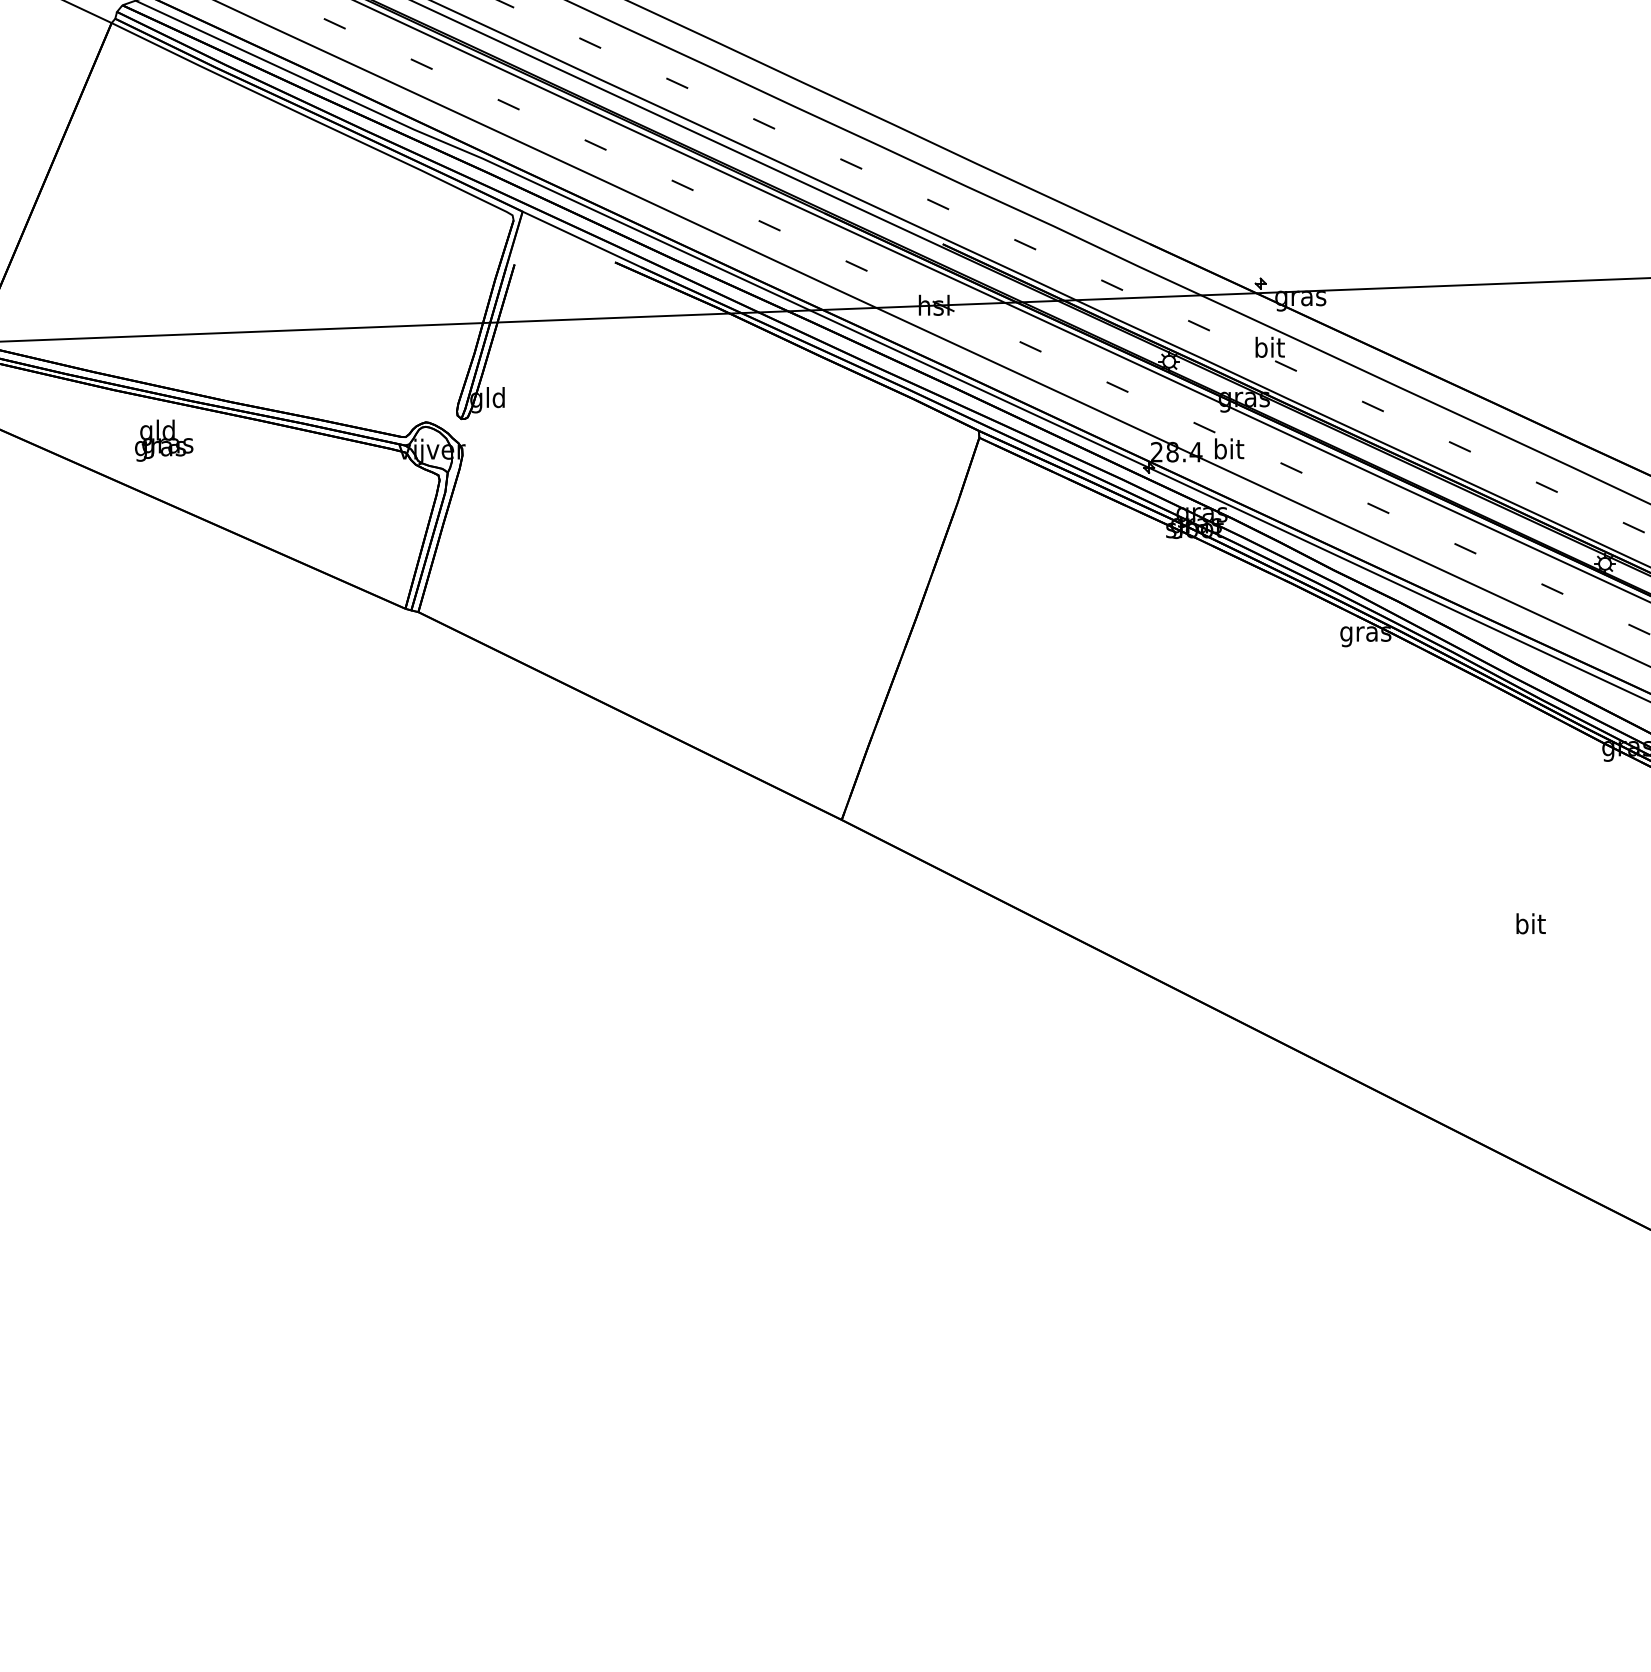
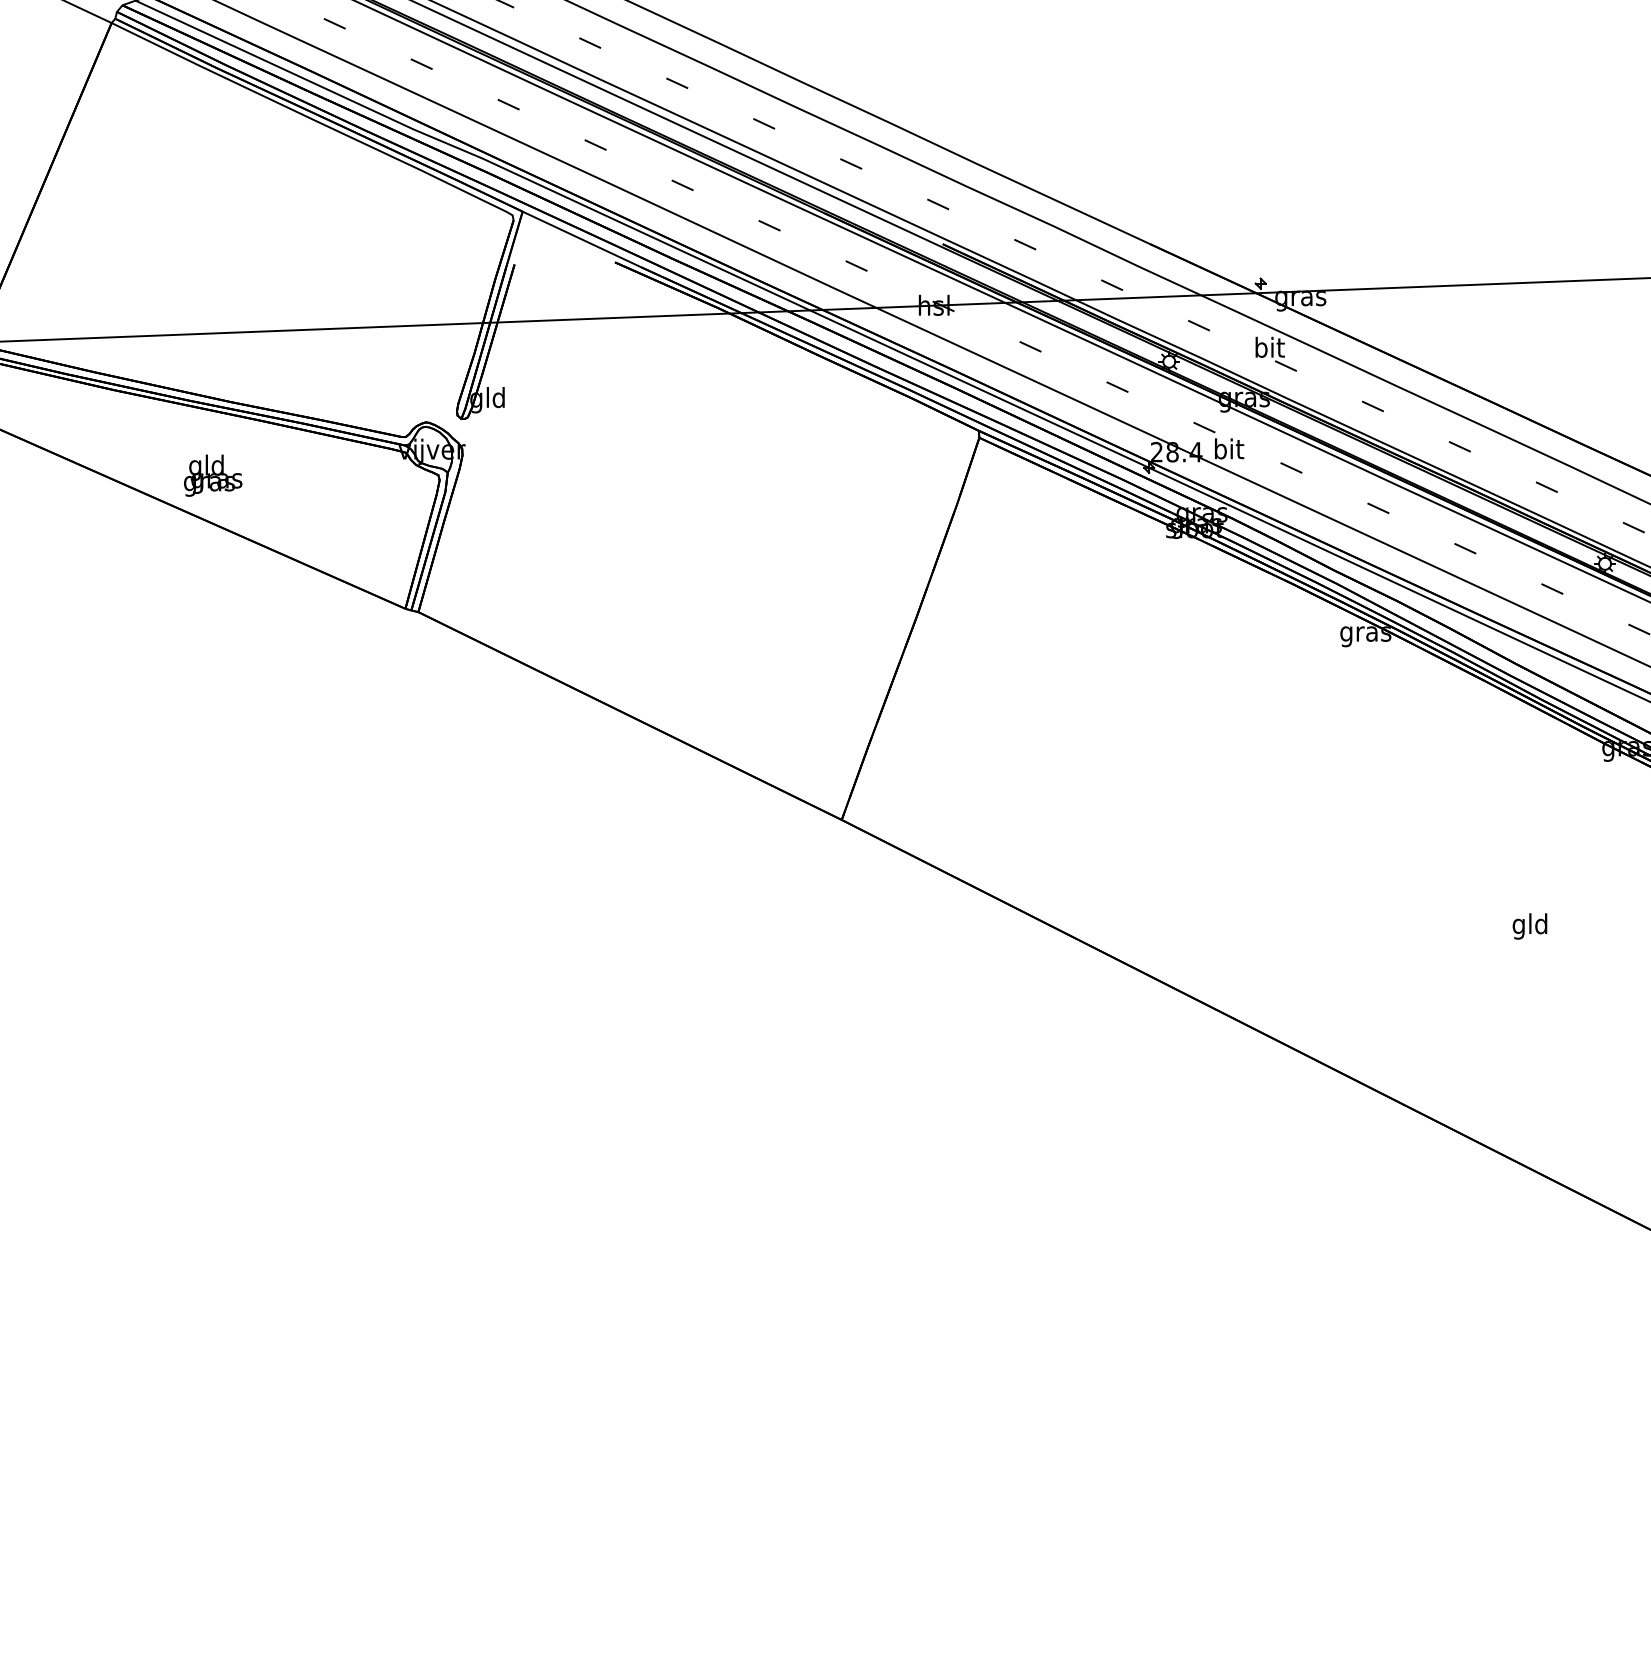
text at (164, 440) position: (164, 440) -> (213, 475)
text at (1529, 926): bit -> gld
